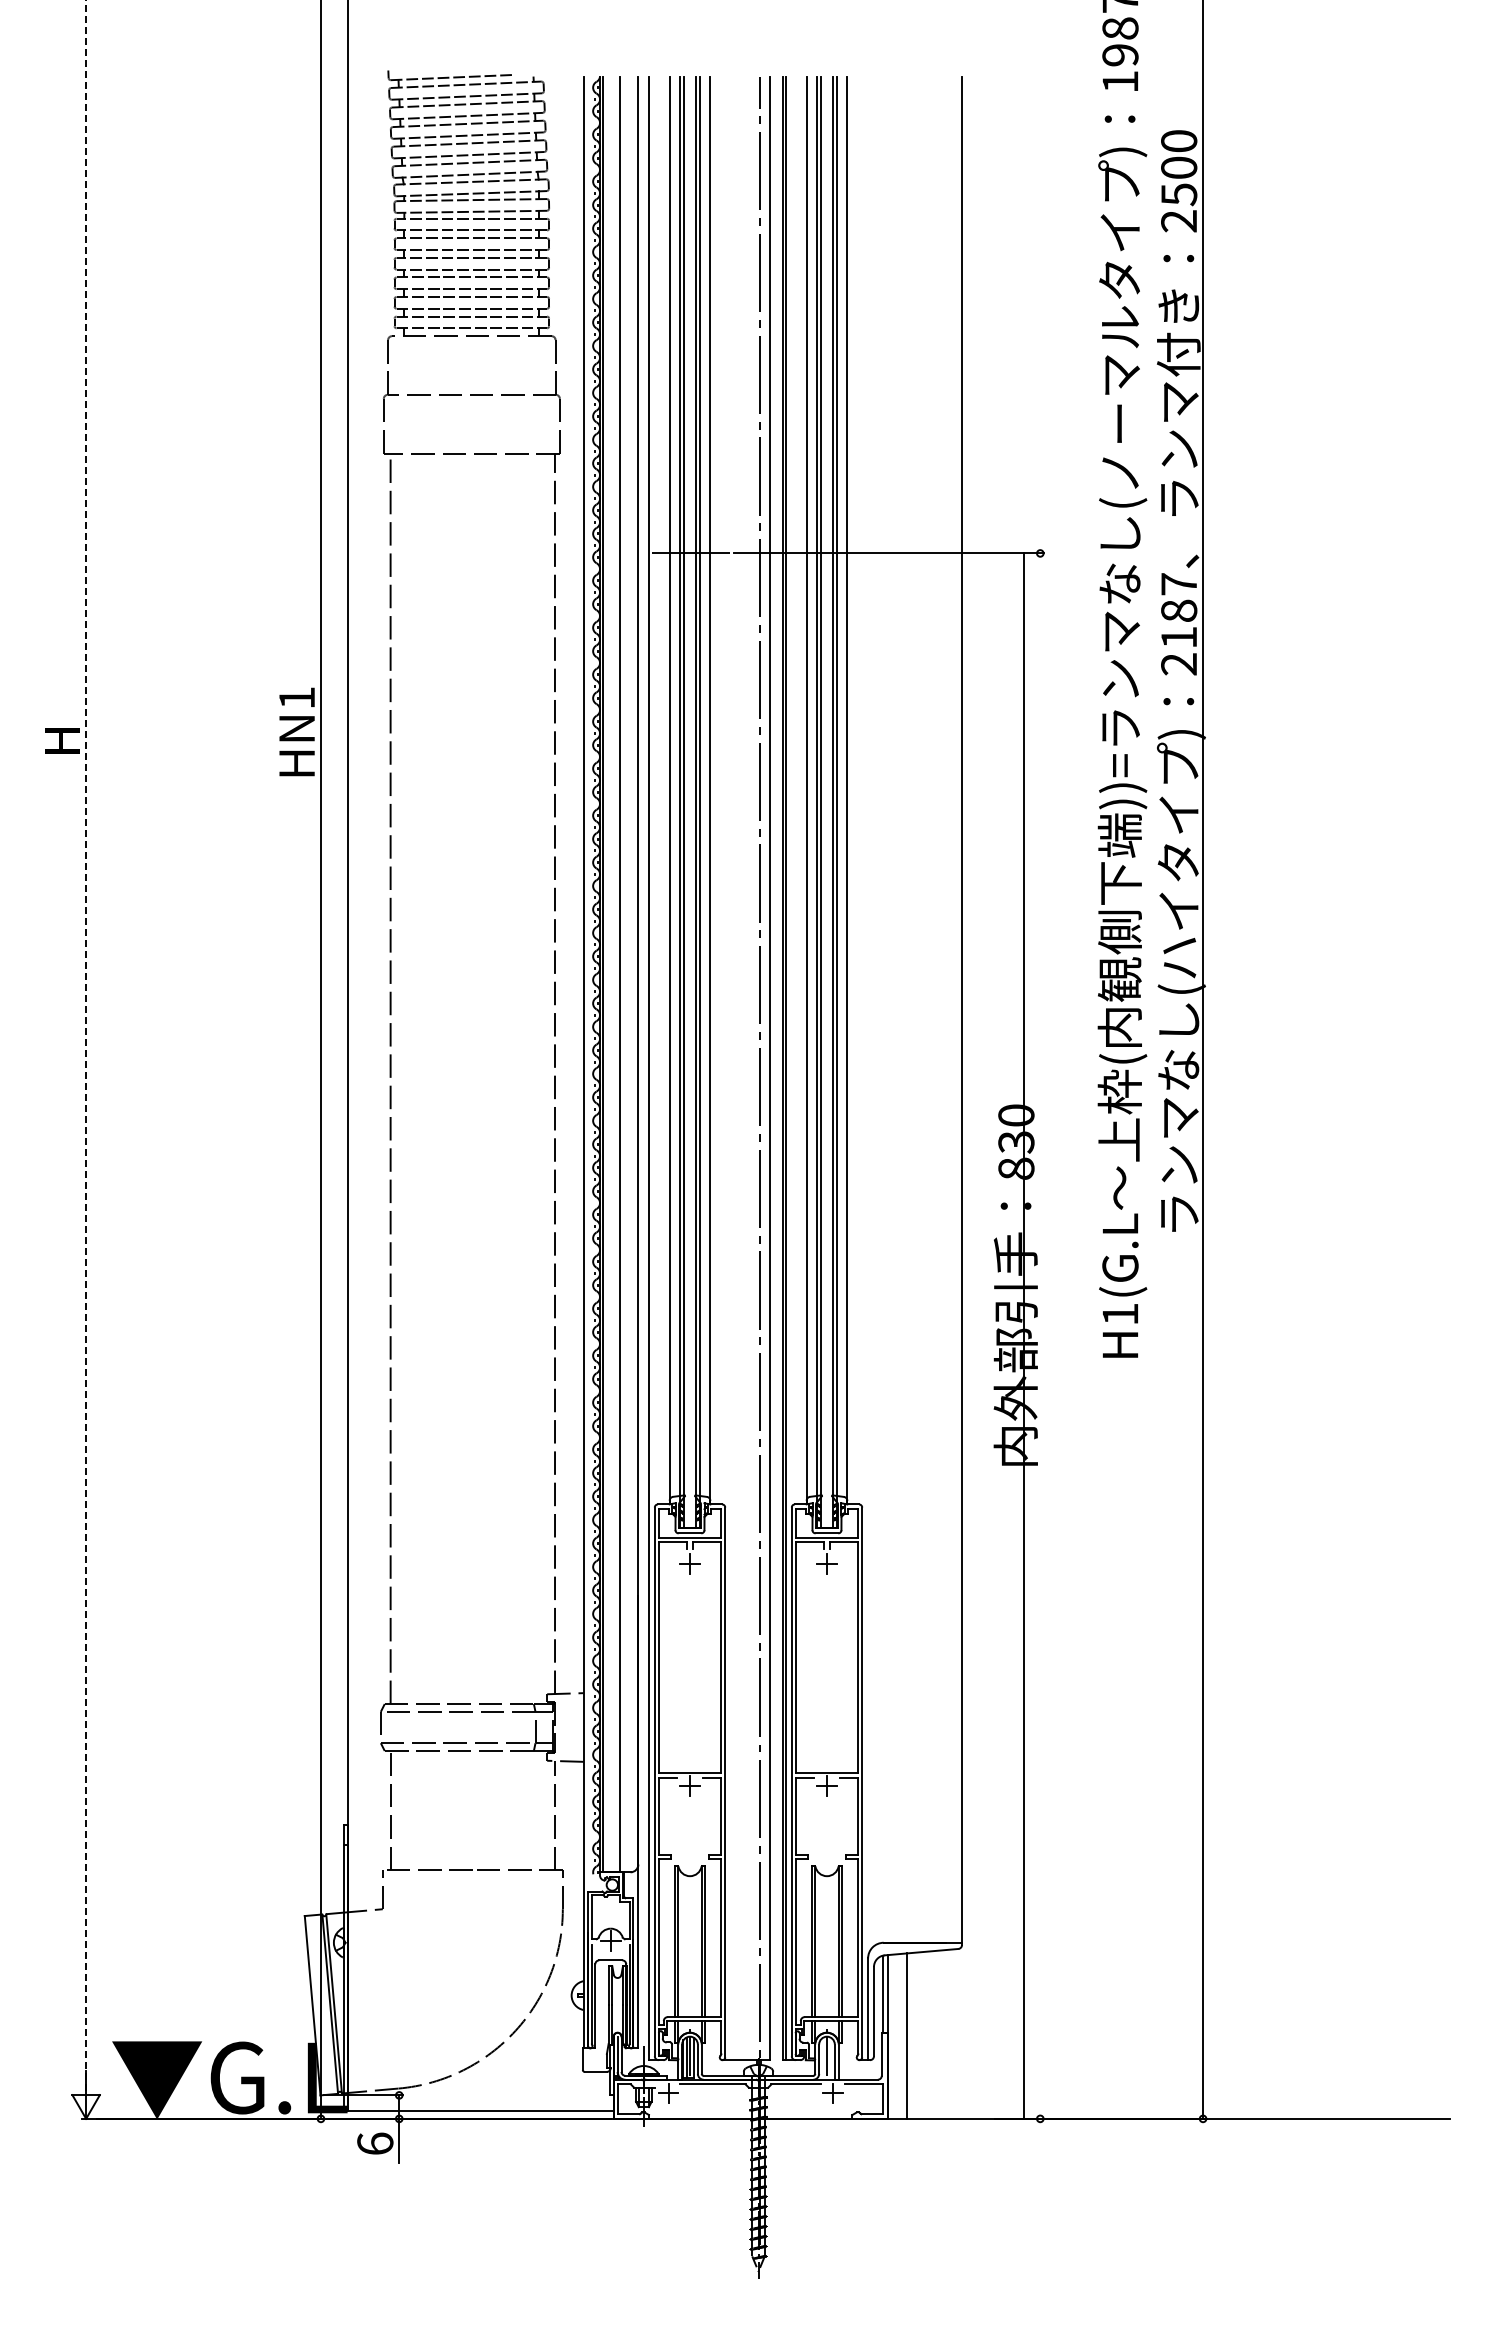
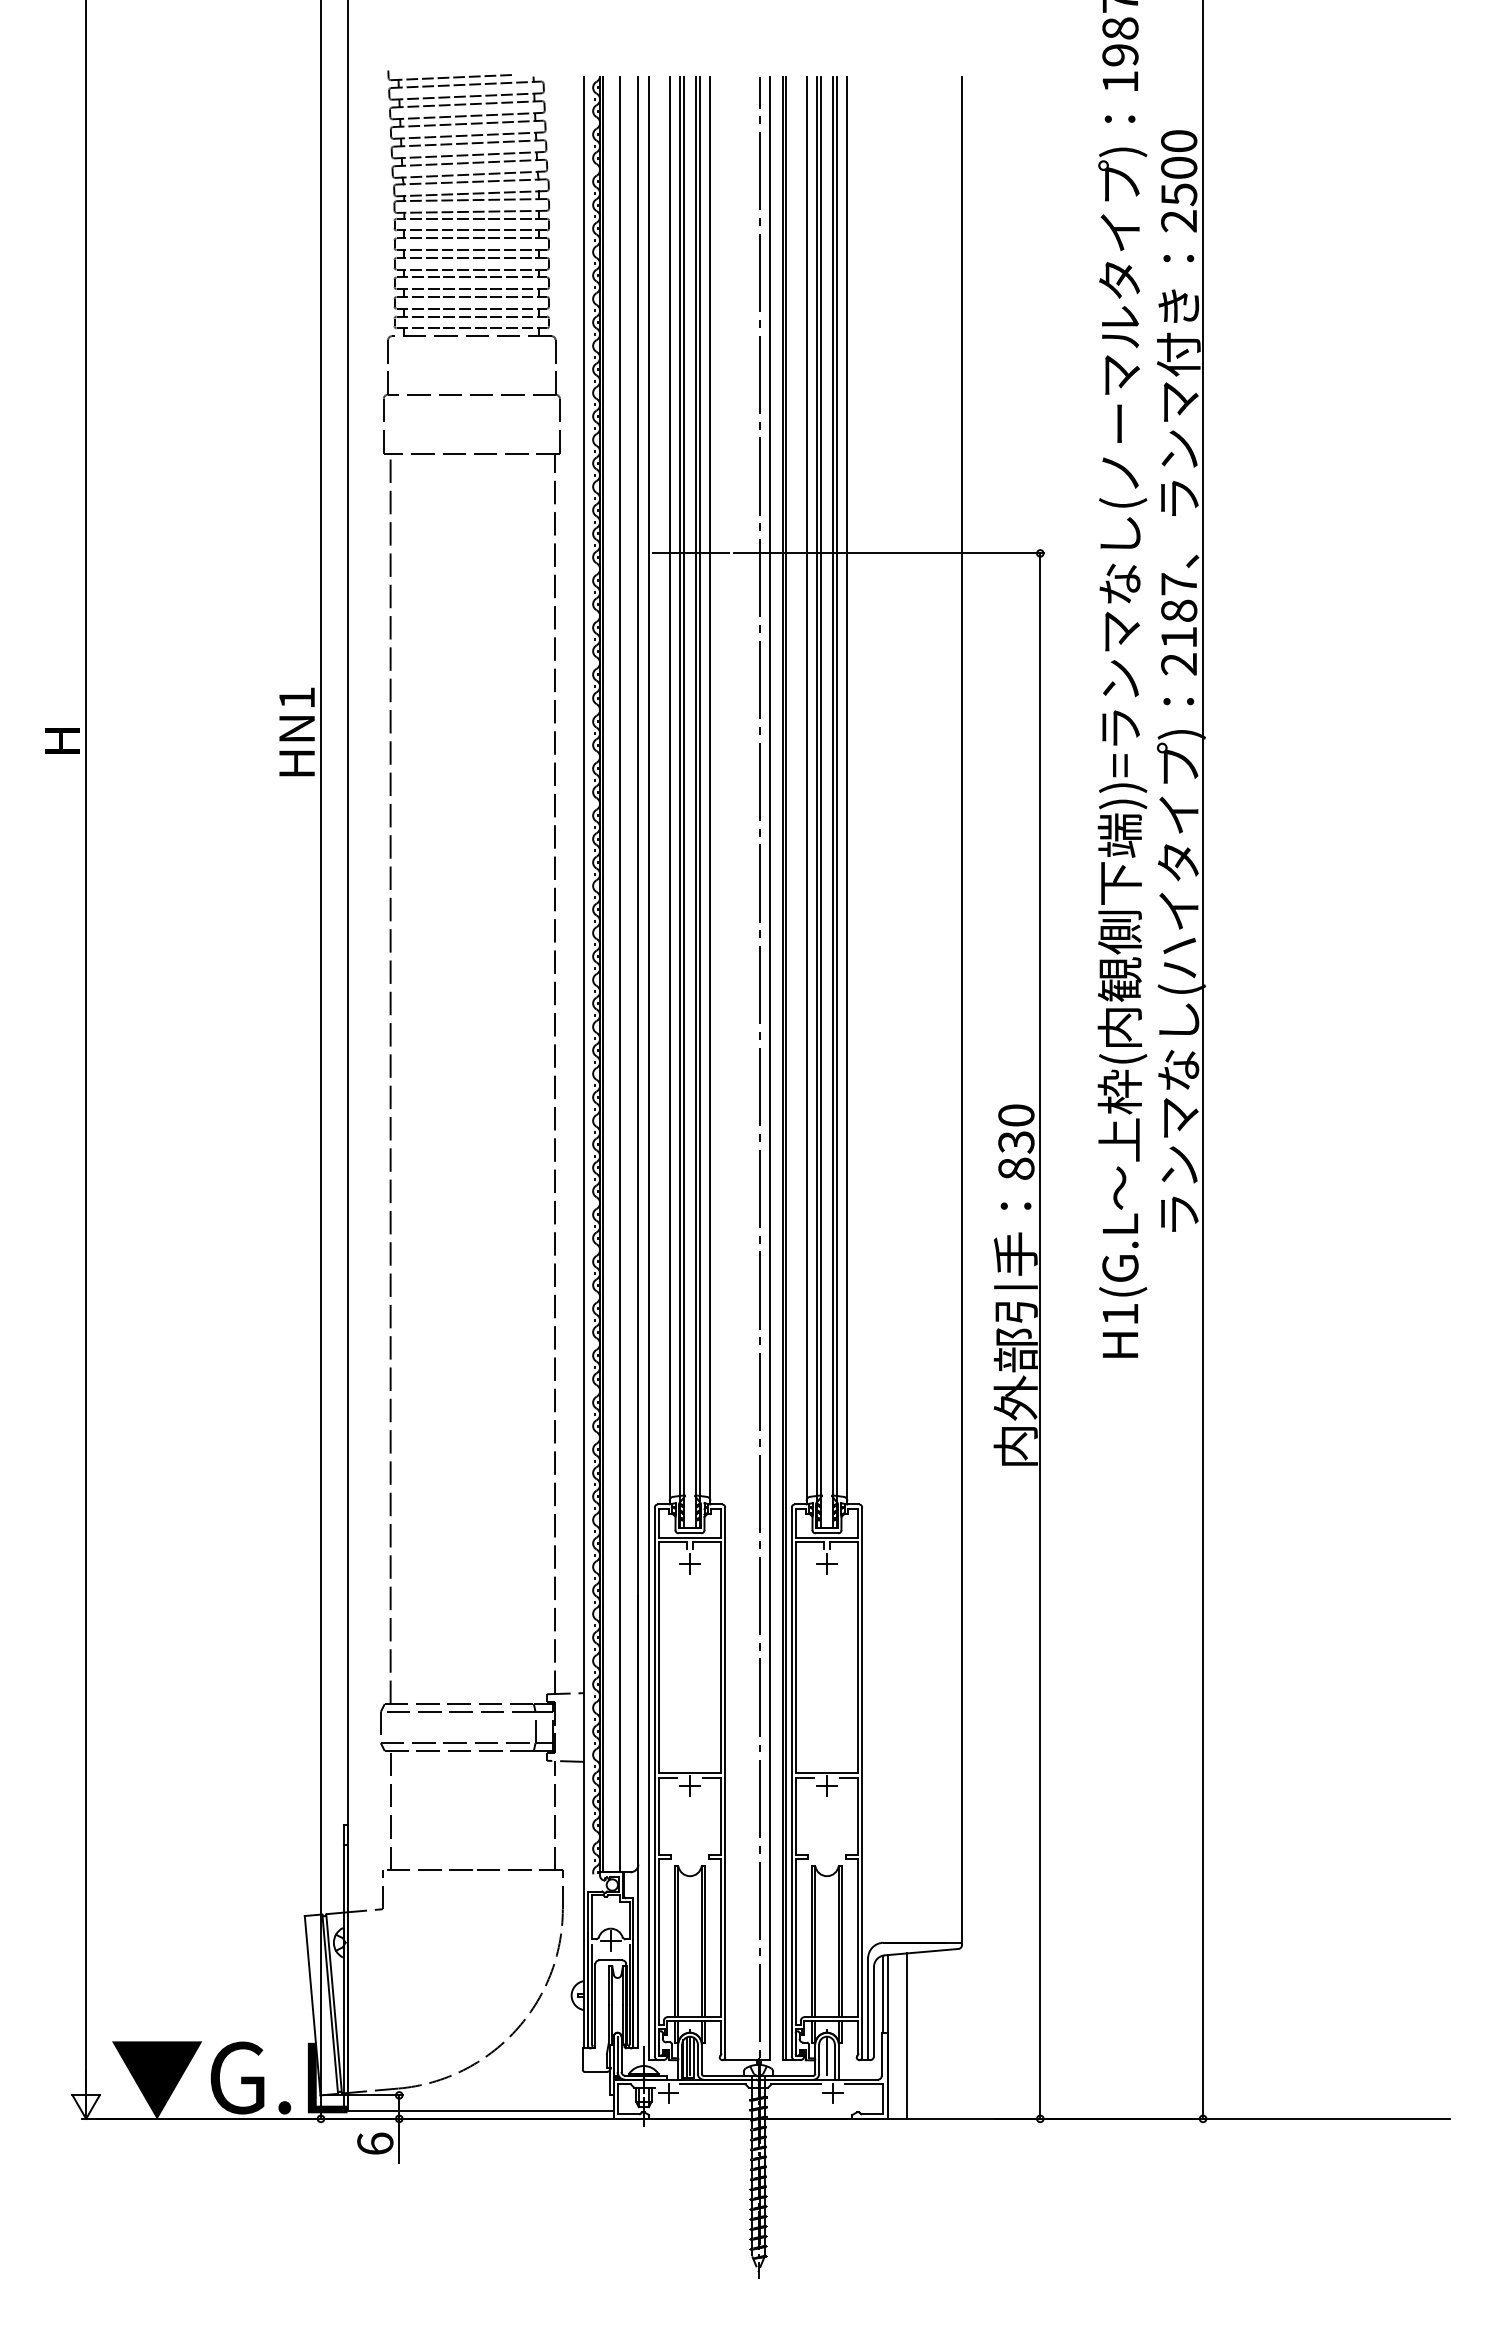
line at (86, 1045): dashed -> solid
line at (1024, 1335) position: (1024, 1335) -> (1040, 1335)
